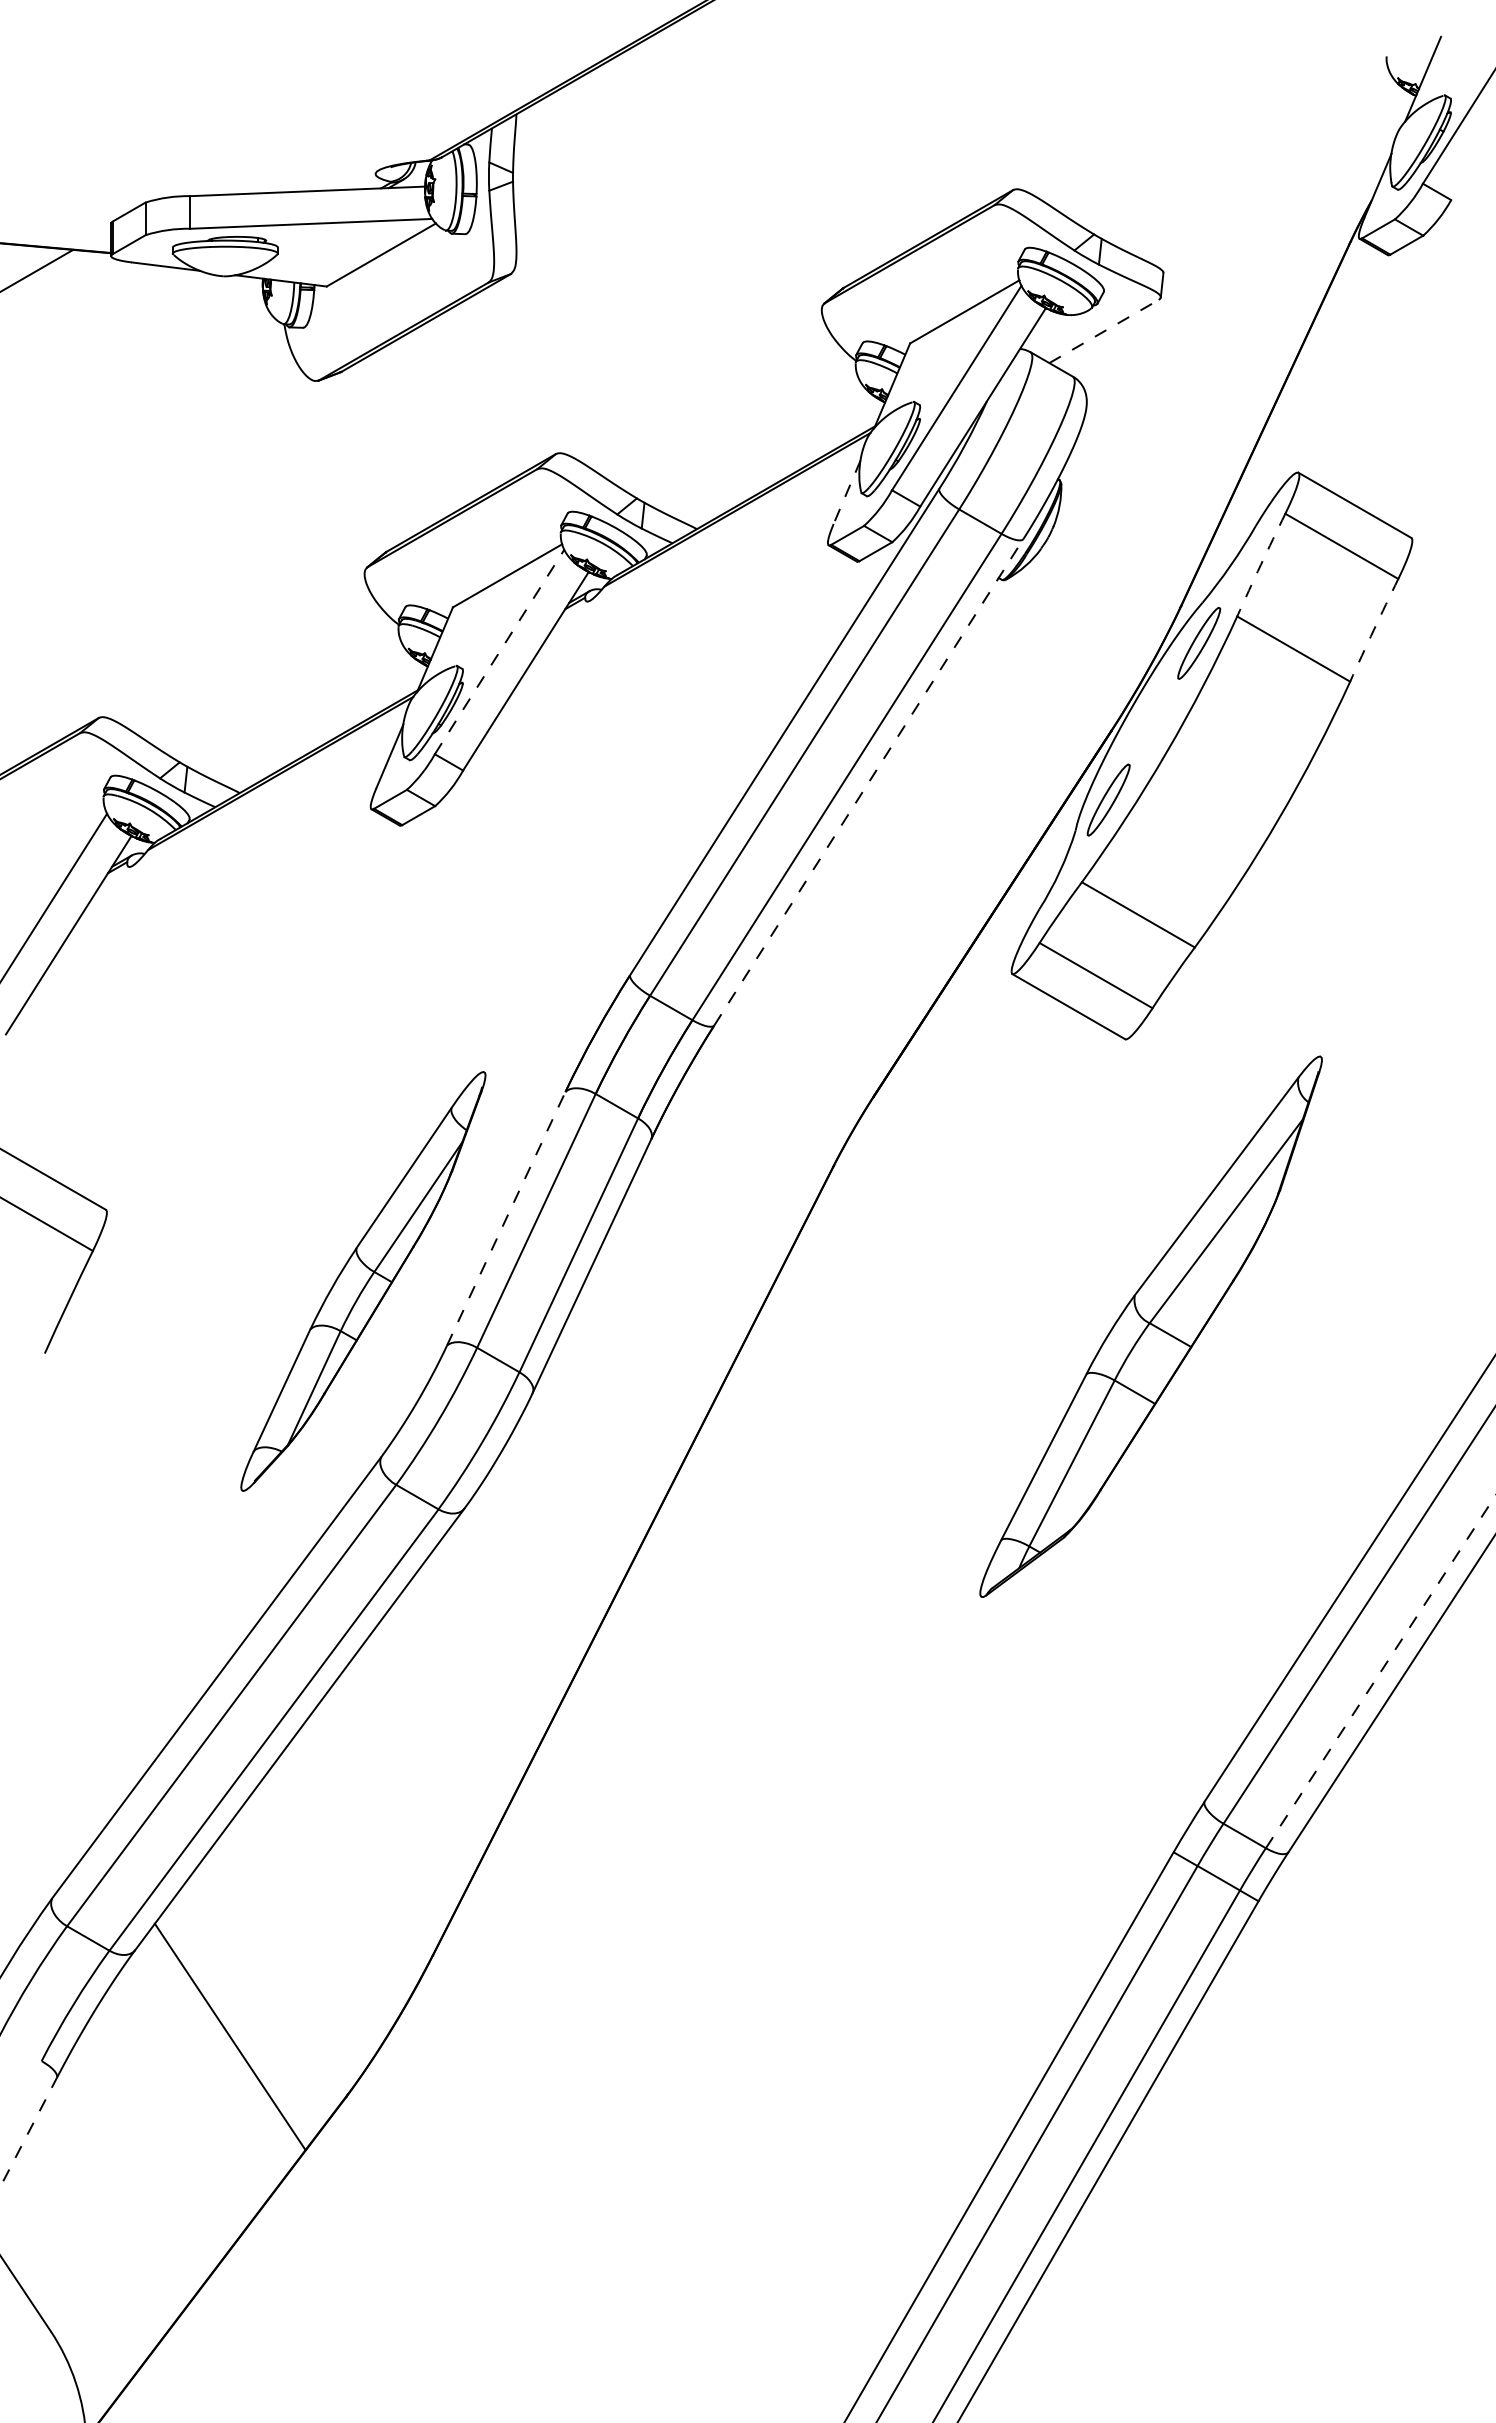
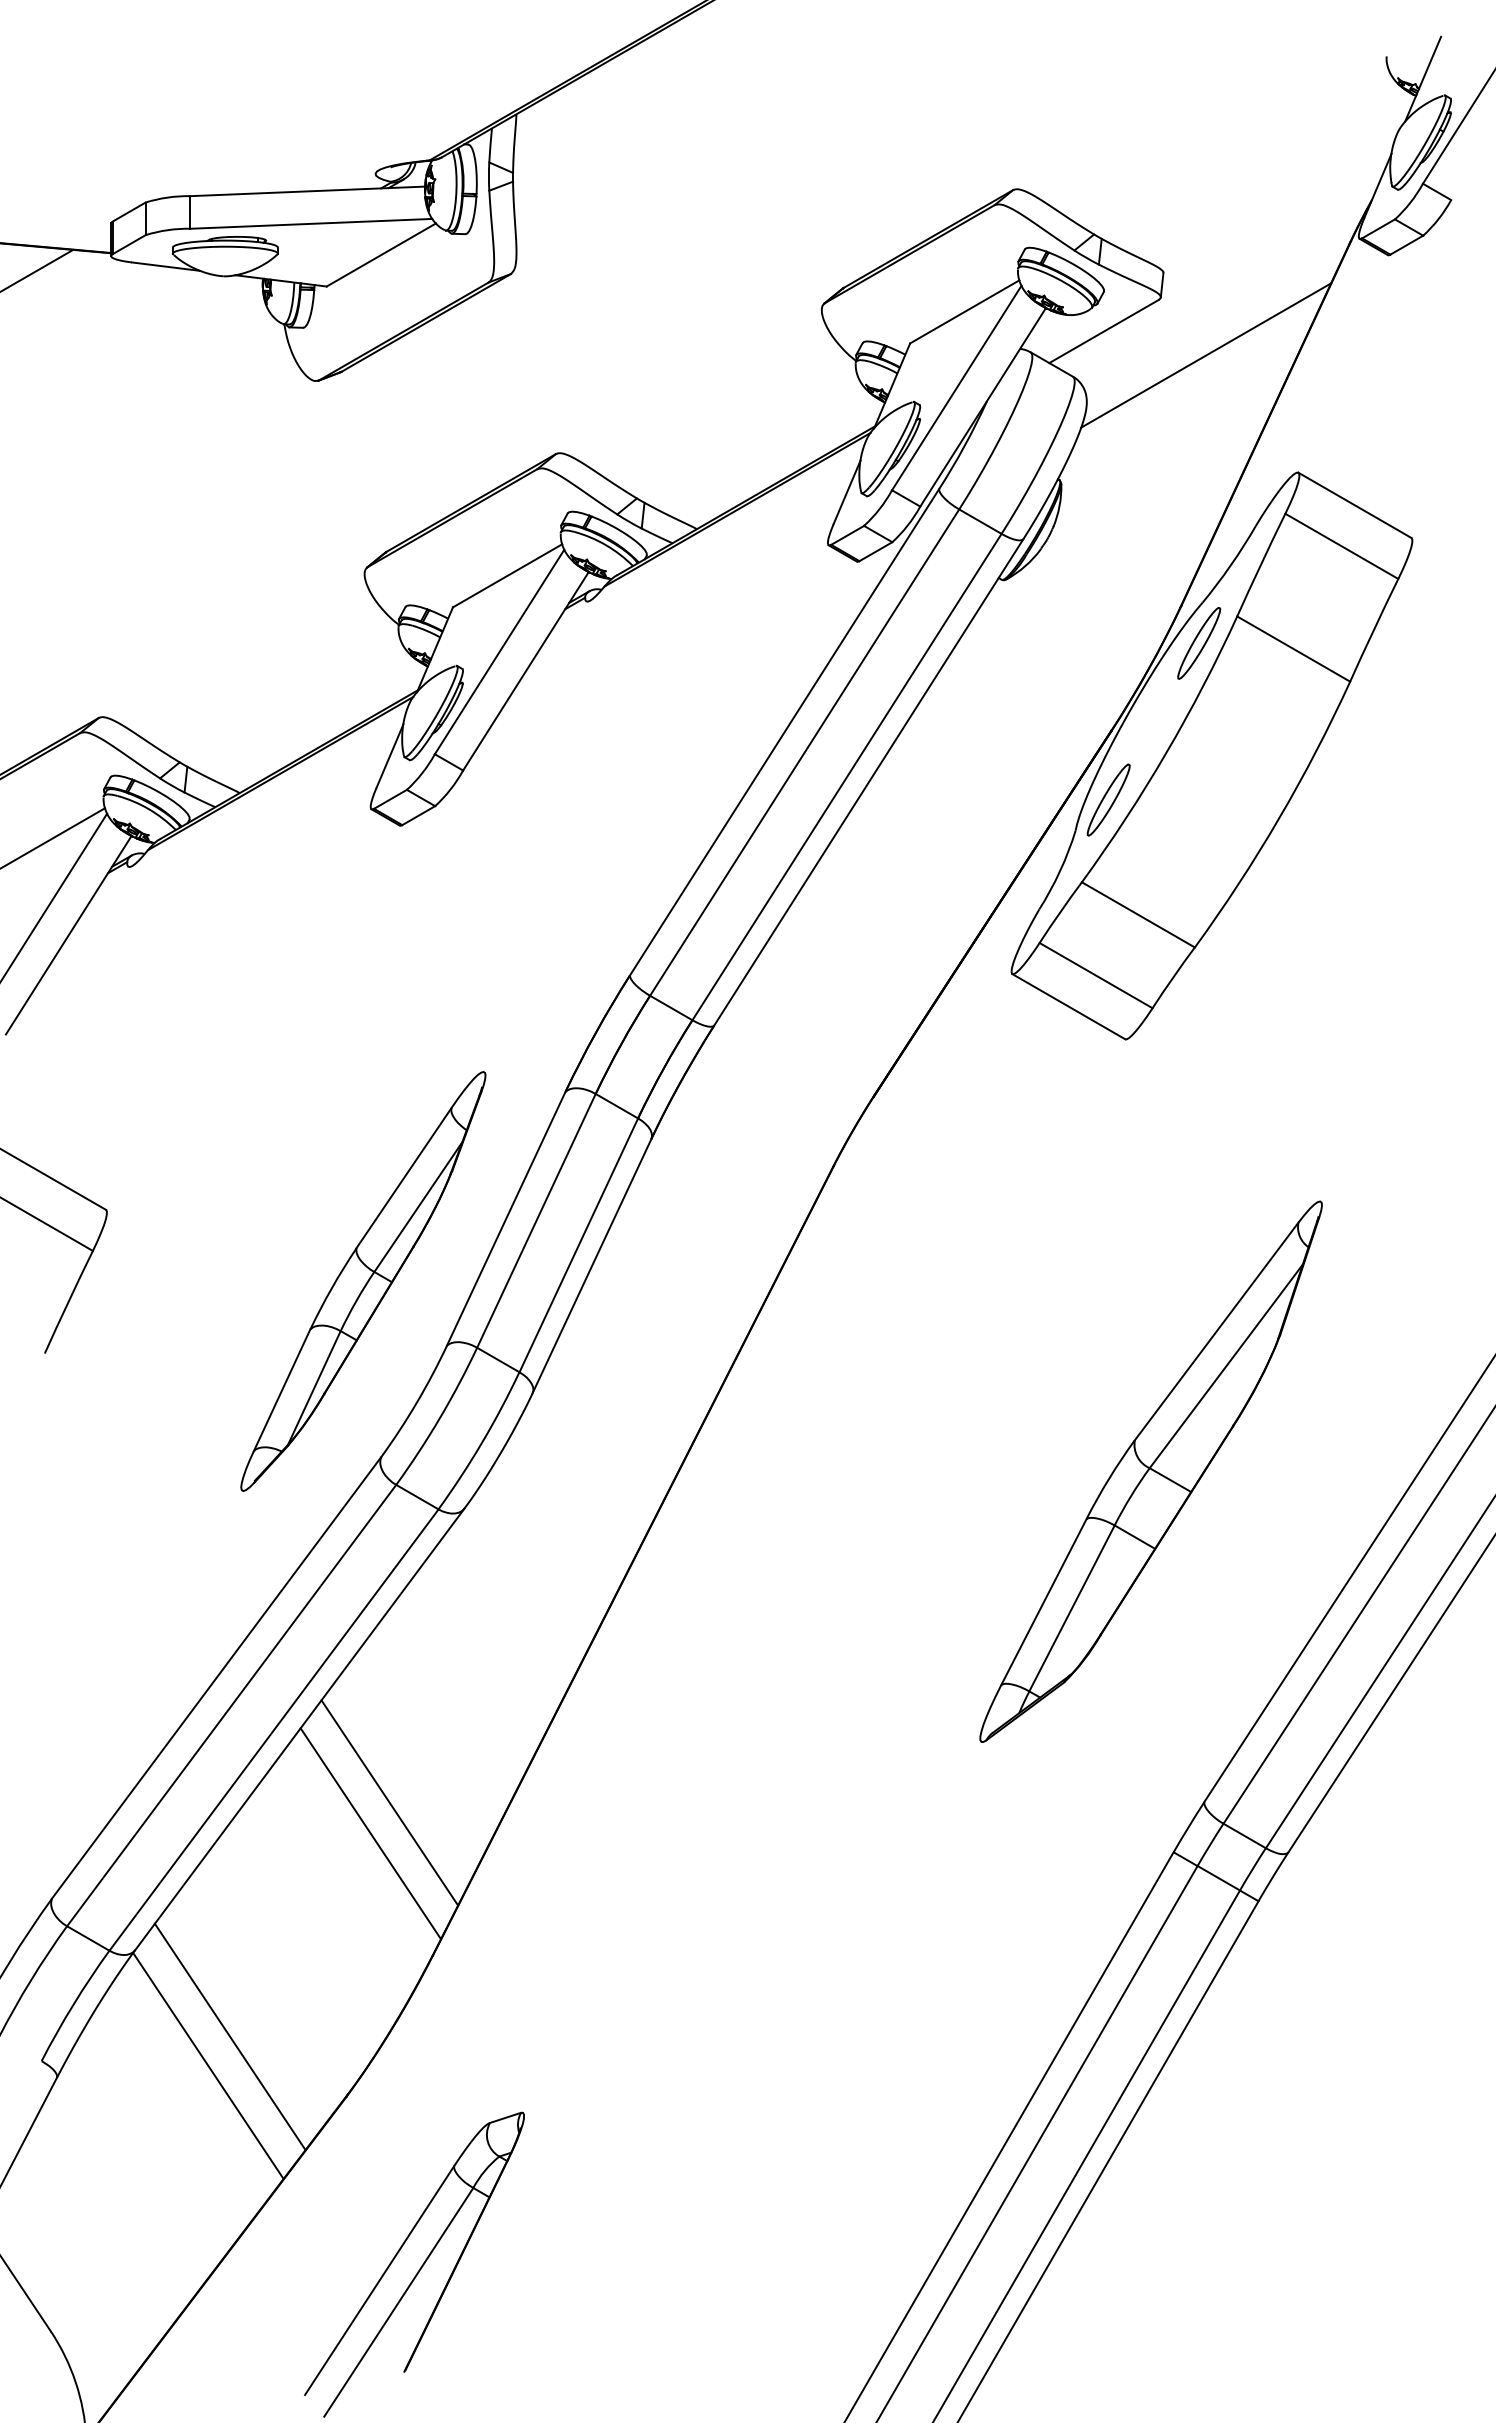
line at (1104, 331): dashed -> solid
line at (1206, 355): none -> present
line at (846, 492): dashed -> solid
arc at (1260, 564): dashed -> solid
arc at (1373, 630): dashed -> solid
line at (499, 652): dashed -> solid
line at (869, 781): dashed -> solid
line at (53, 837): none -> present
line at (506, 1218): dashed -> solid
part at (1150, 1326) position: (1150, 1326) -> (1150, 1471)
line at (1381, 1671): dashed -> solid
line at (389, 1802): none -> present
line at (370, 1833): none -> present
line at (208, 2065): none -> present
line at (28, 2132): dashed -> solid
part at (419, 2268): none -> present
